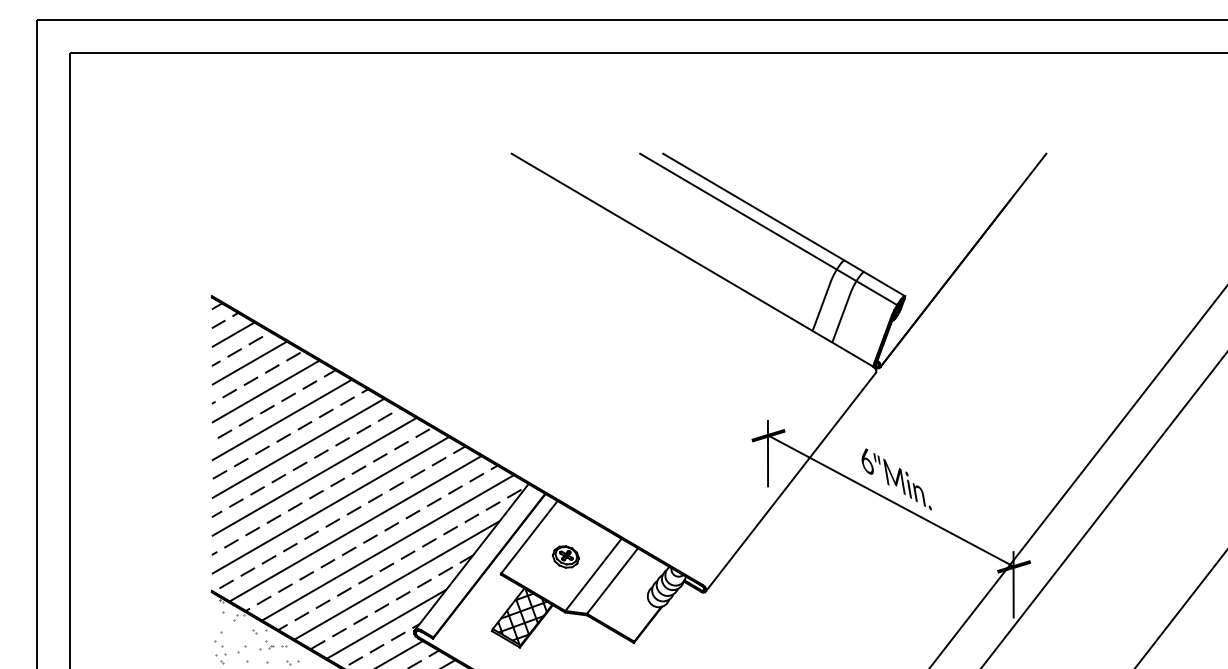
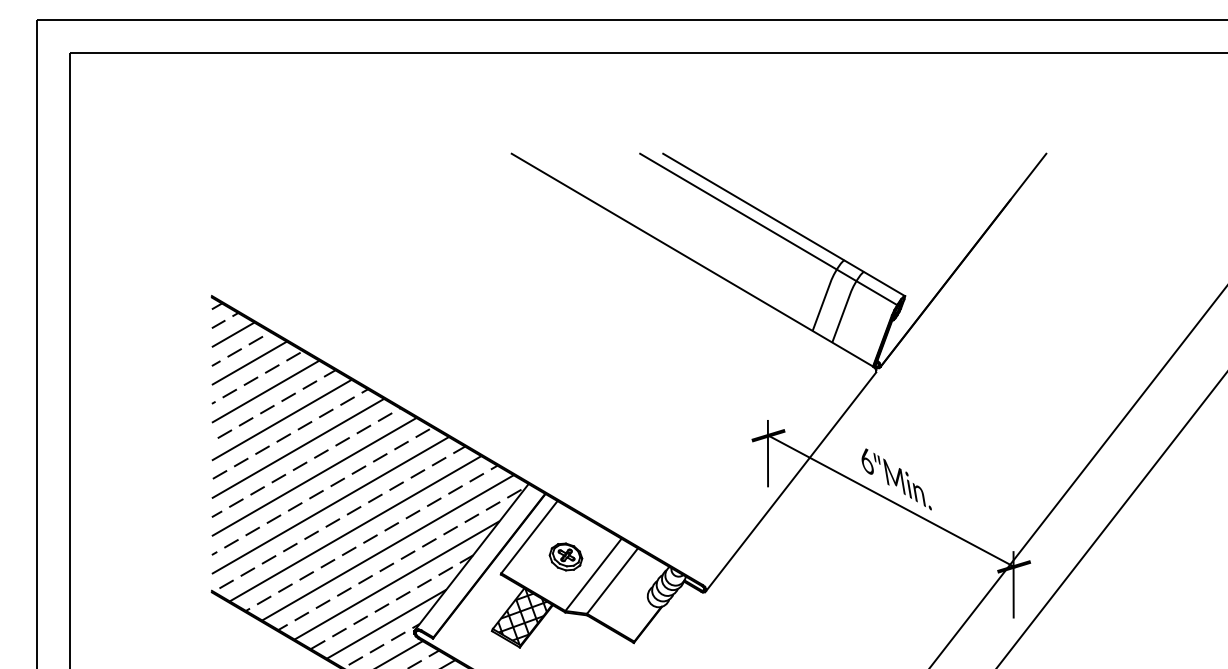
line at (1103, 510) position: (1103, 510) -> (1111, 520)
part at (565, 556) size: 29x24 px -> 36x30 px
line at (1180, 608): present -> none
hatch at (256, 631): present -> none
